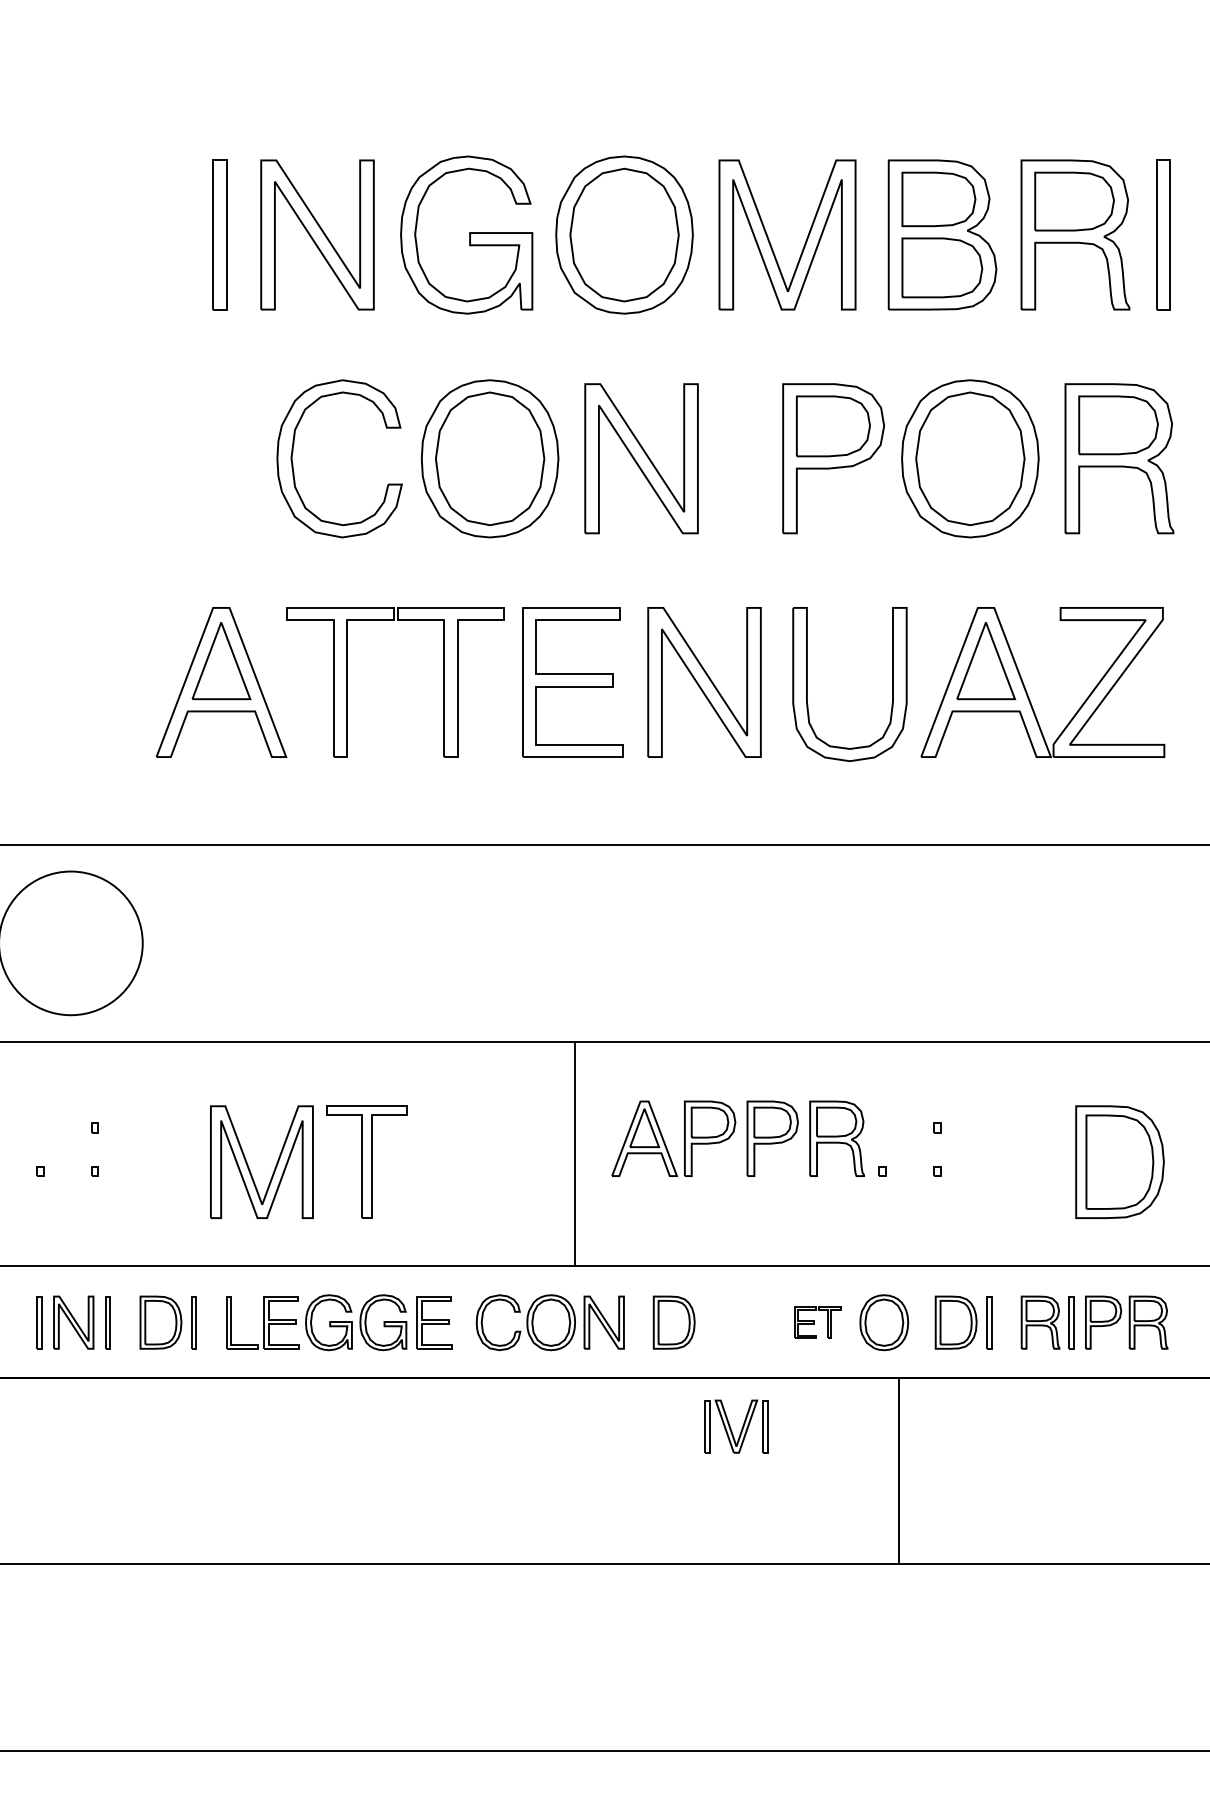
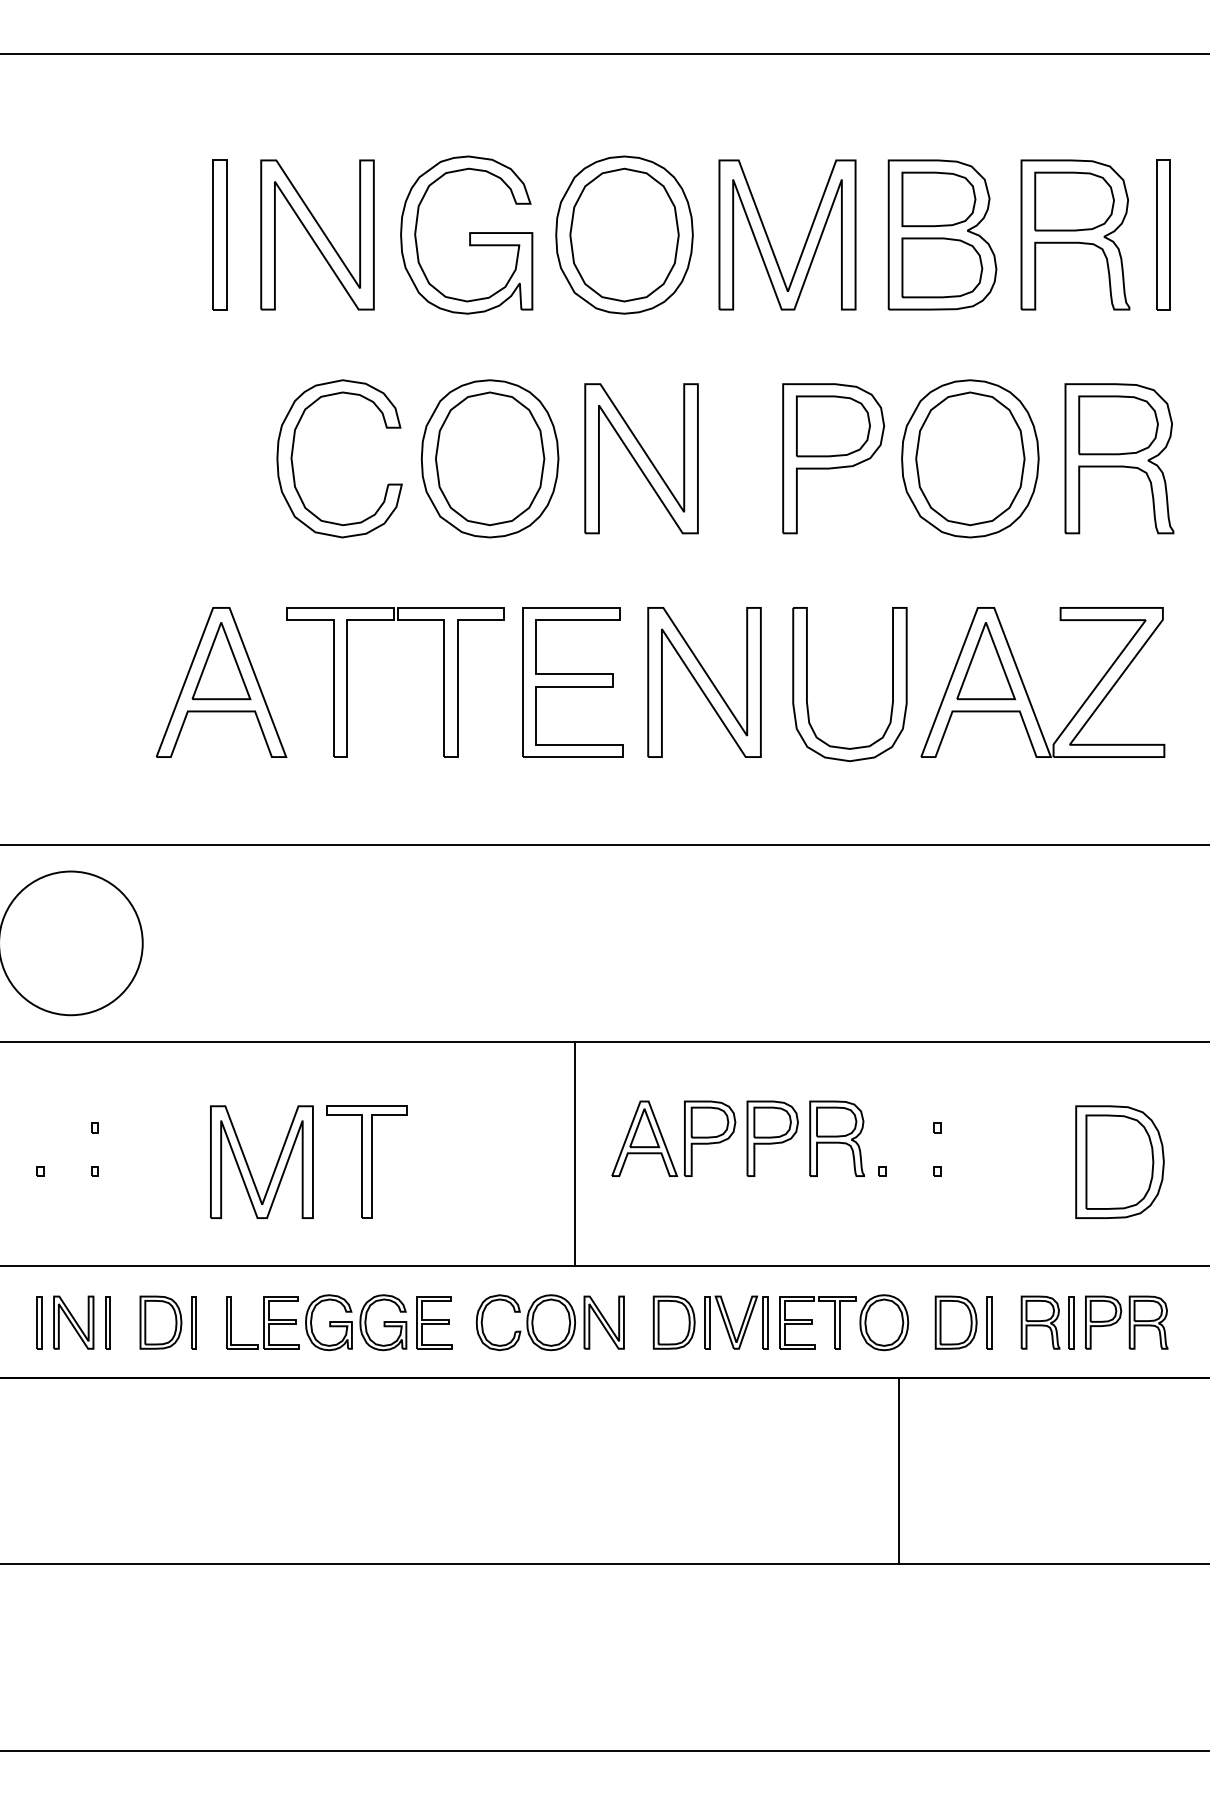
line at (604, 54): none -> present
part at (817, 1322) size: 48x33 px -> 78x54 px
part at (736, 1426) position: (736, 1426) -> (736, 1322)
